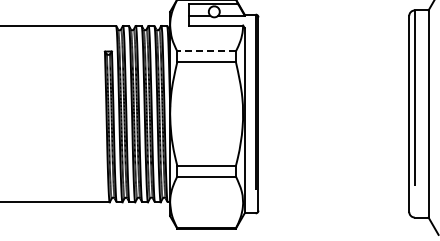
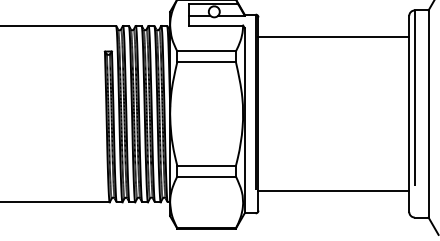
line at (333, 36): none -> present
line at (206, 51): dashed -> solid
line at (333, 191): none -> present
